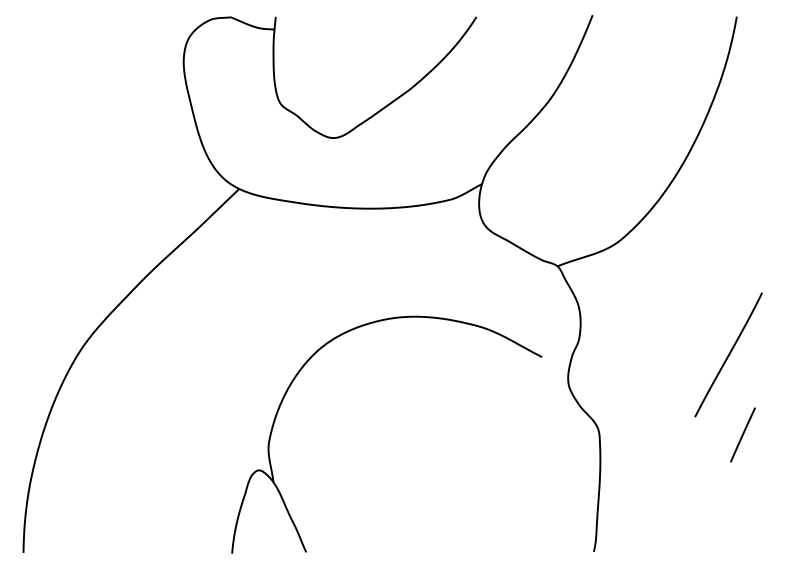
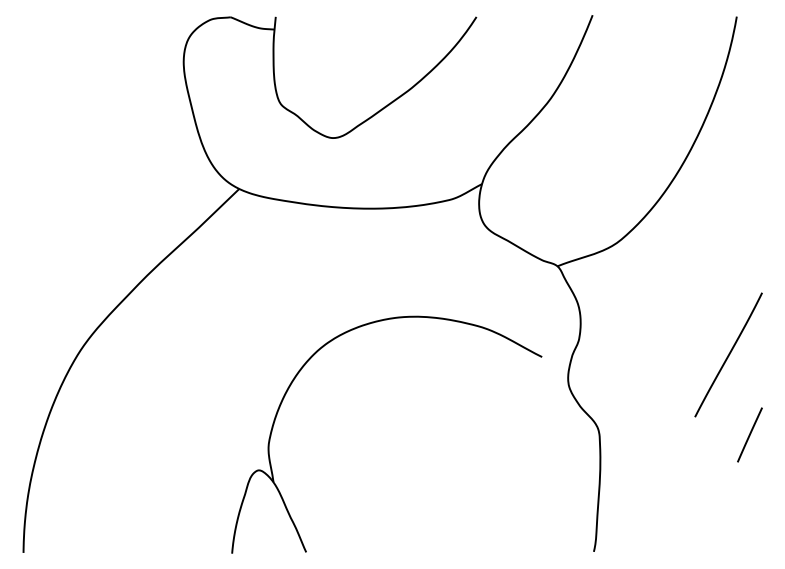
line at (742, 434) position: (742, 434) -> (749, 434)
